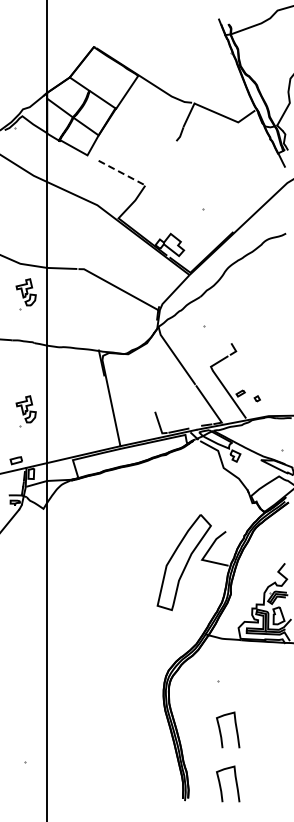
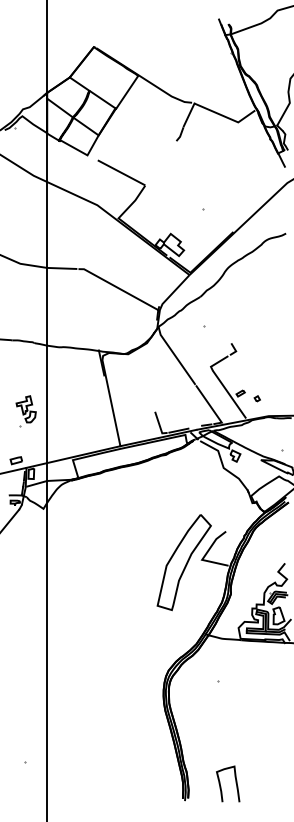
line at (121, 172): dashed -> solid
part at (25, 294): present -> none
curve at (235, 729): present -> none
